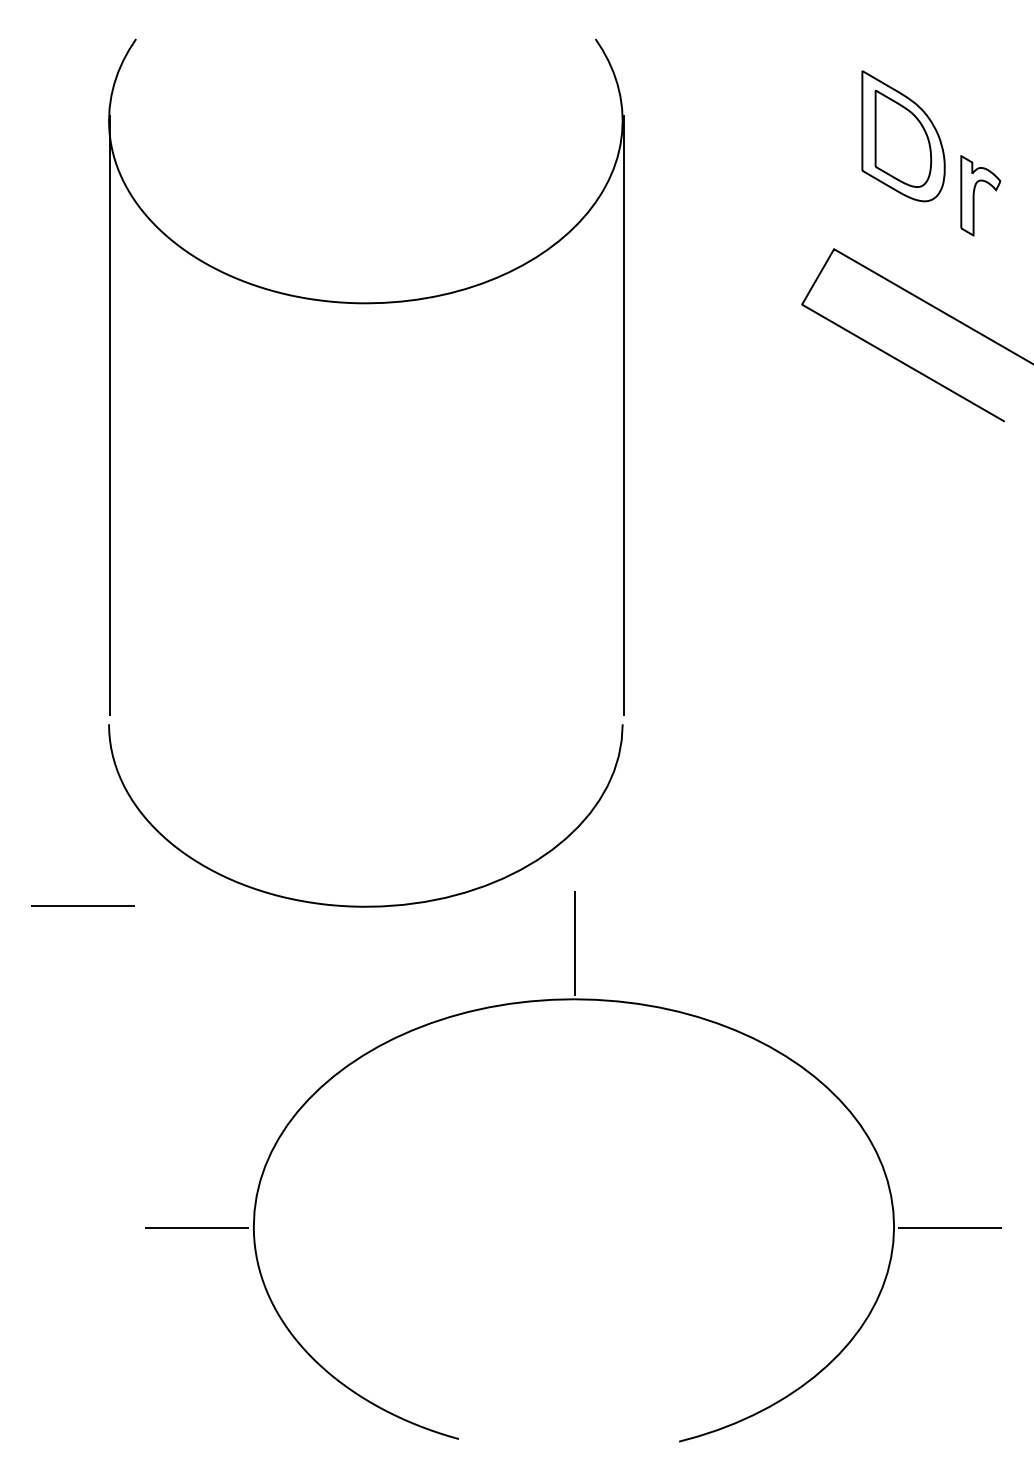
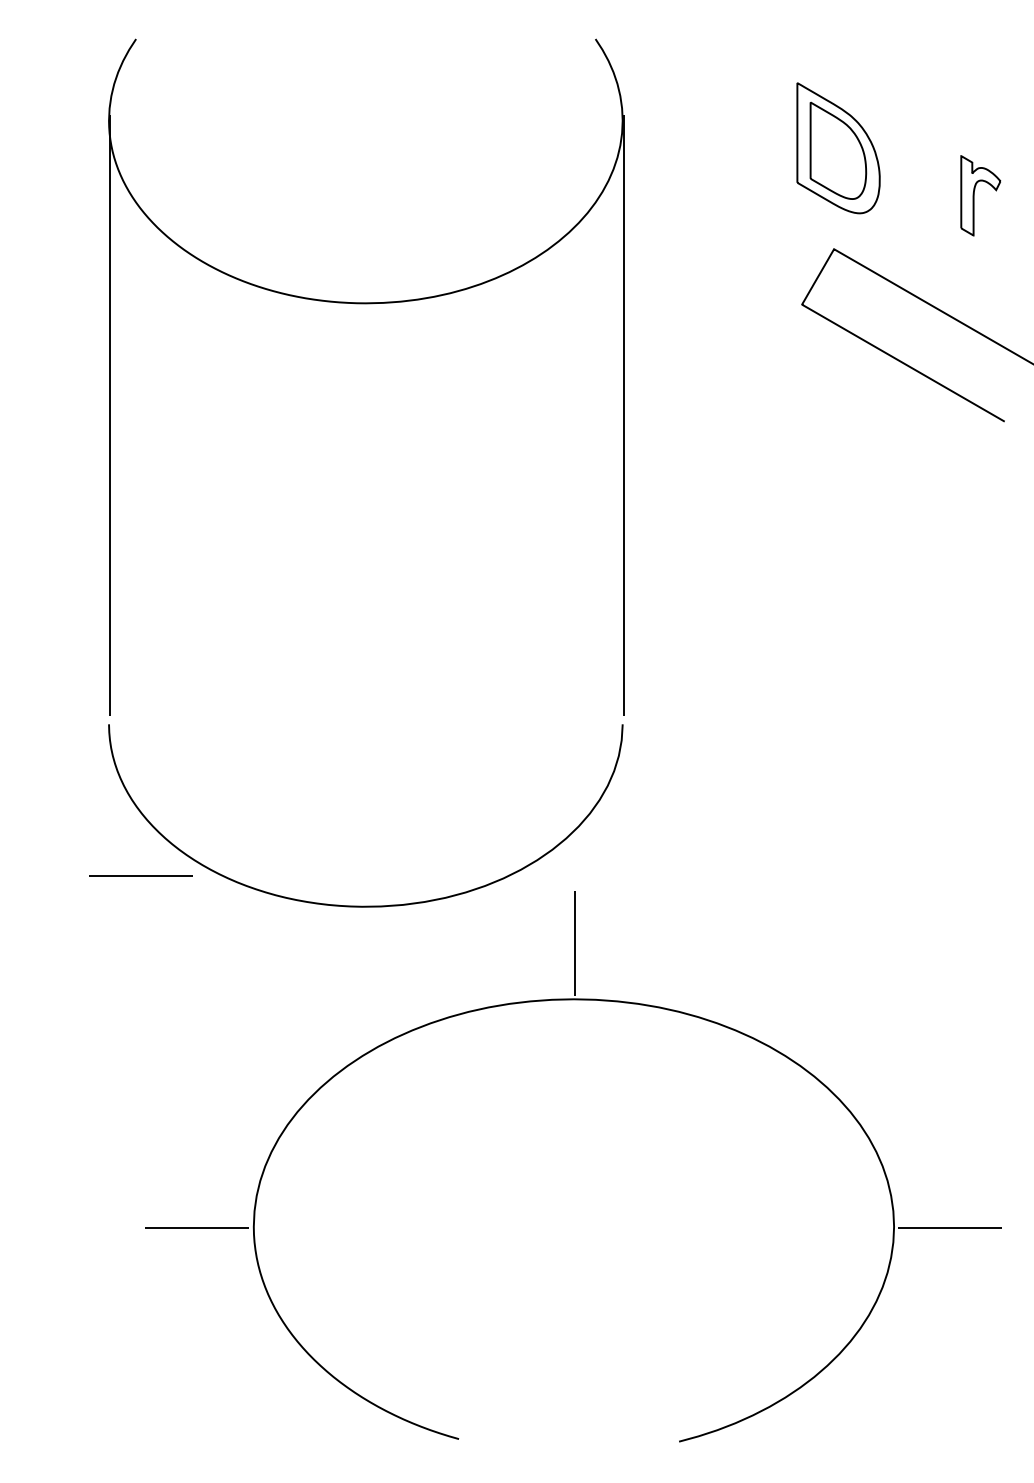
part at (903, 136) position: (903, 136) -> (838, 148)
line at (82, 905) position: (82, 905) -> (140, 875)
